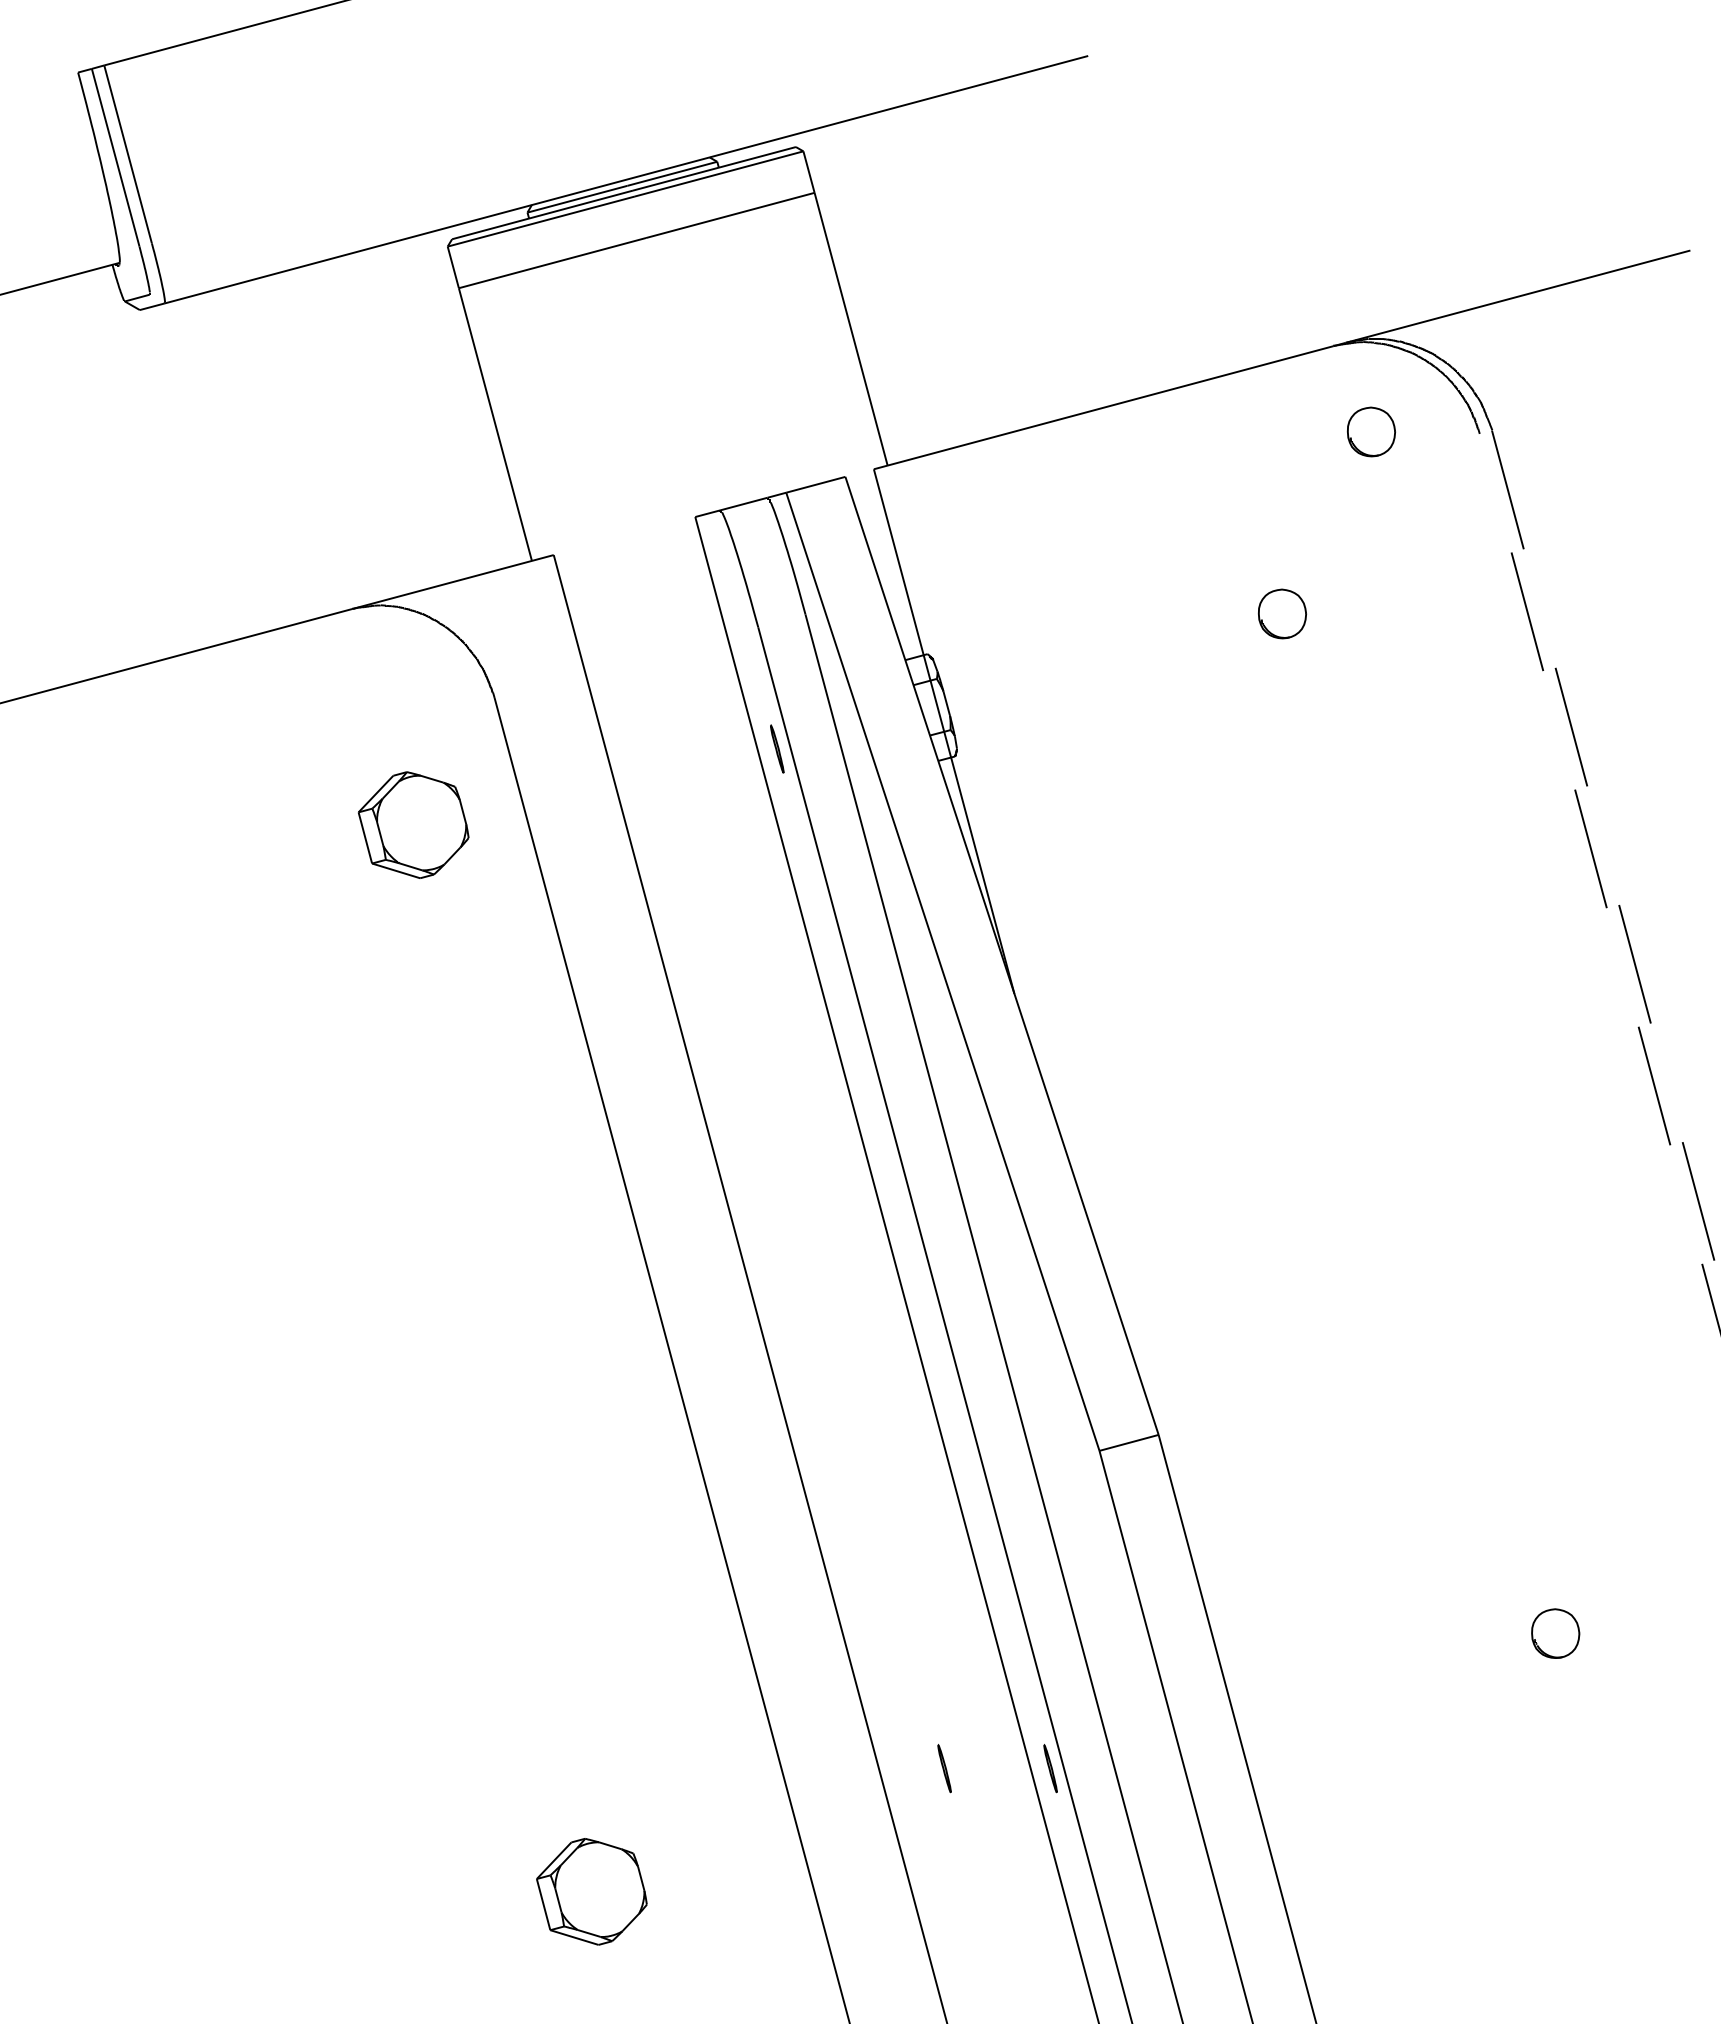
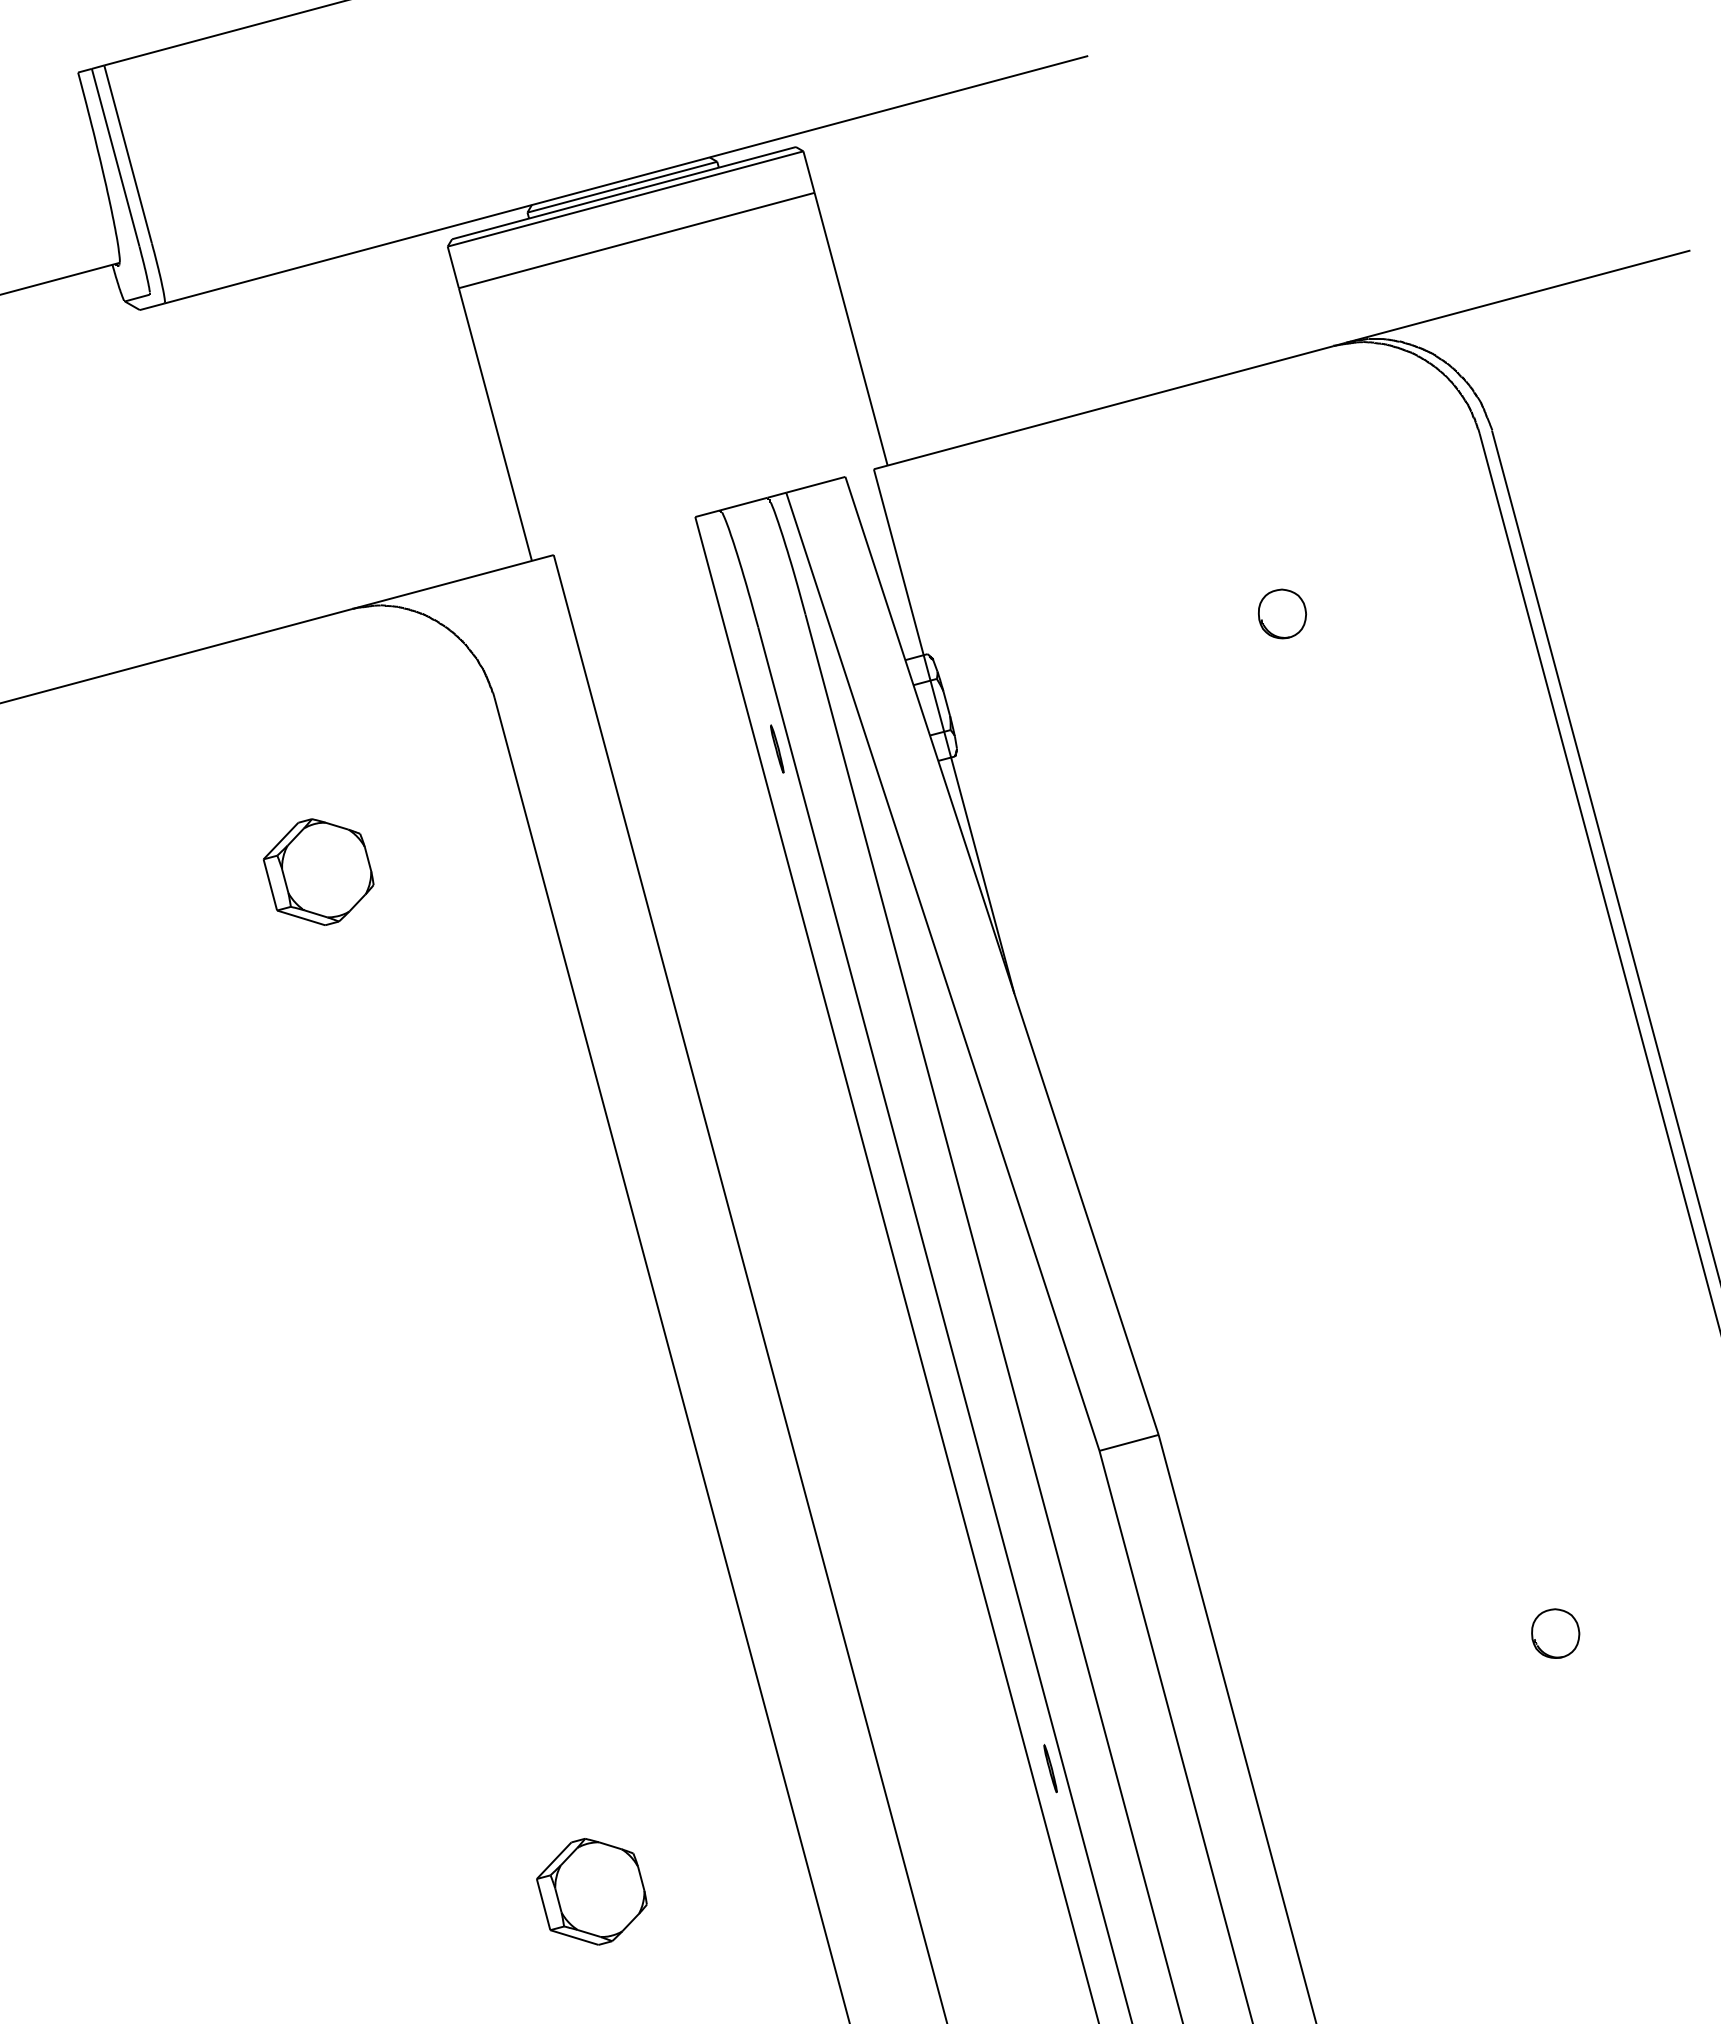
part at (1371, 431): present -> none
part at (413, 824) position: (413, 824) -> (318, 871)
line at (1606, 857): dashed -> solid
line at (1600, 884): dashed -> solid
part at (944, 1768): present -> none
